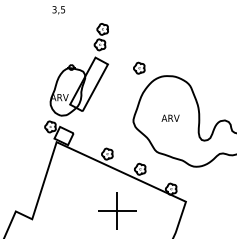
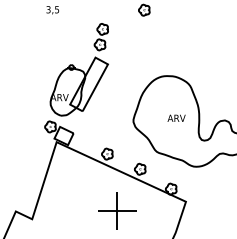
text at (58, 10) position: (58, 10) -> (52, 10)
part at (139, 67) position: (139, 67) -> (144, 9)
text at (170, 117) position: (170, 117) -> (176, 117)
